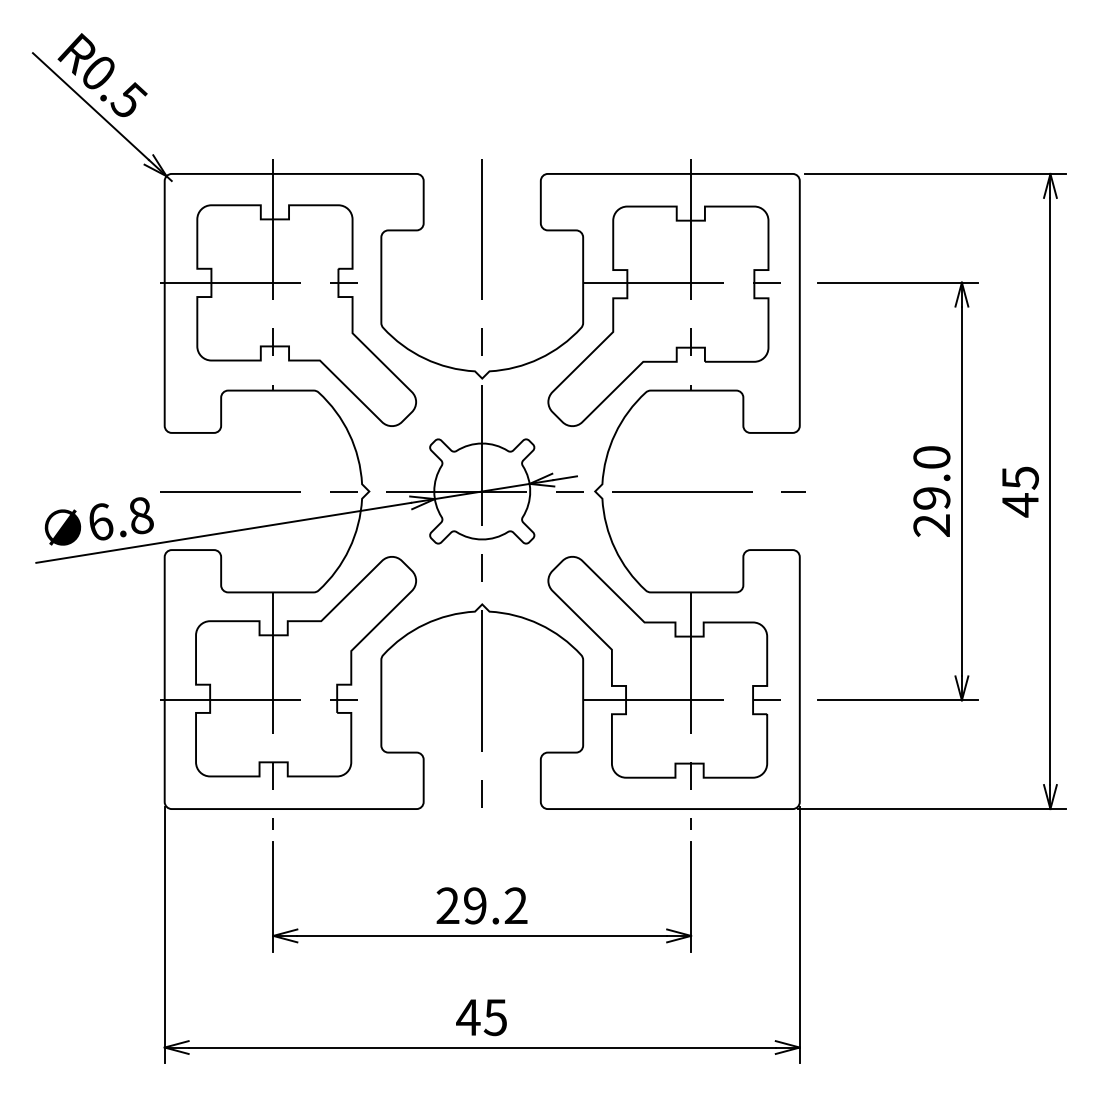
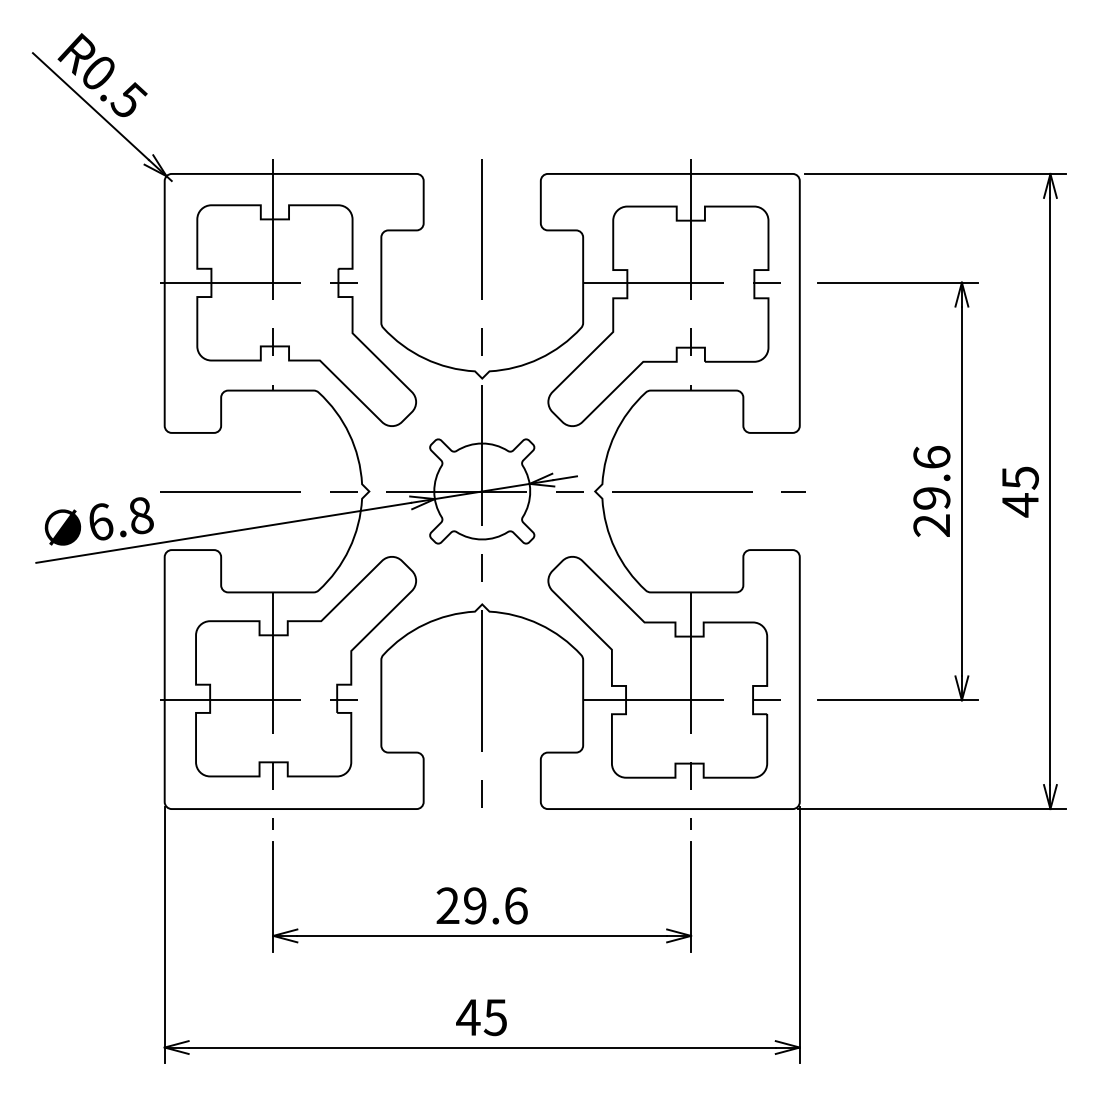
text at (931, 457): 29.0 -> 29.6
text at (515, 905): 29.2 -> 29.6
